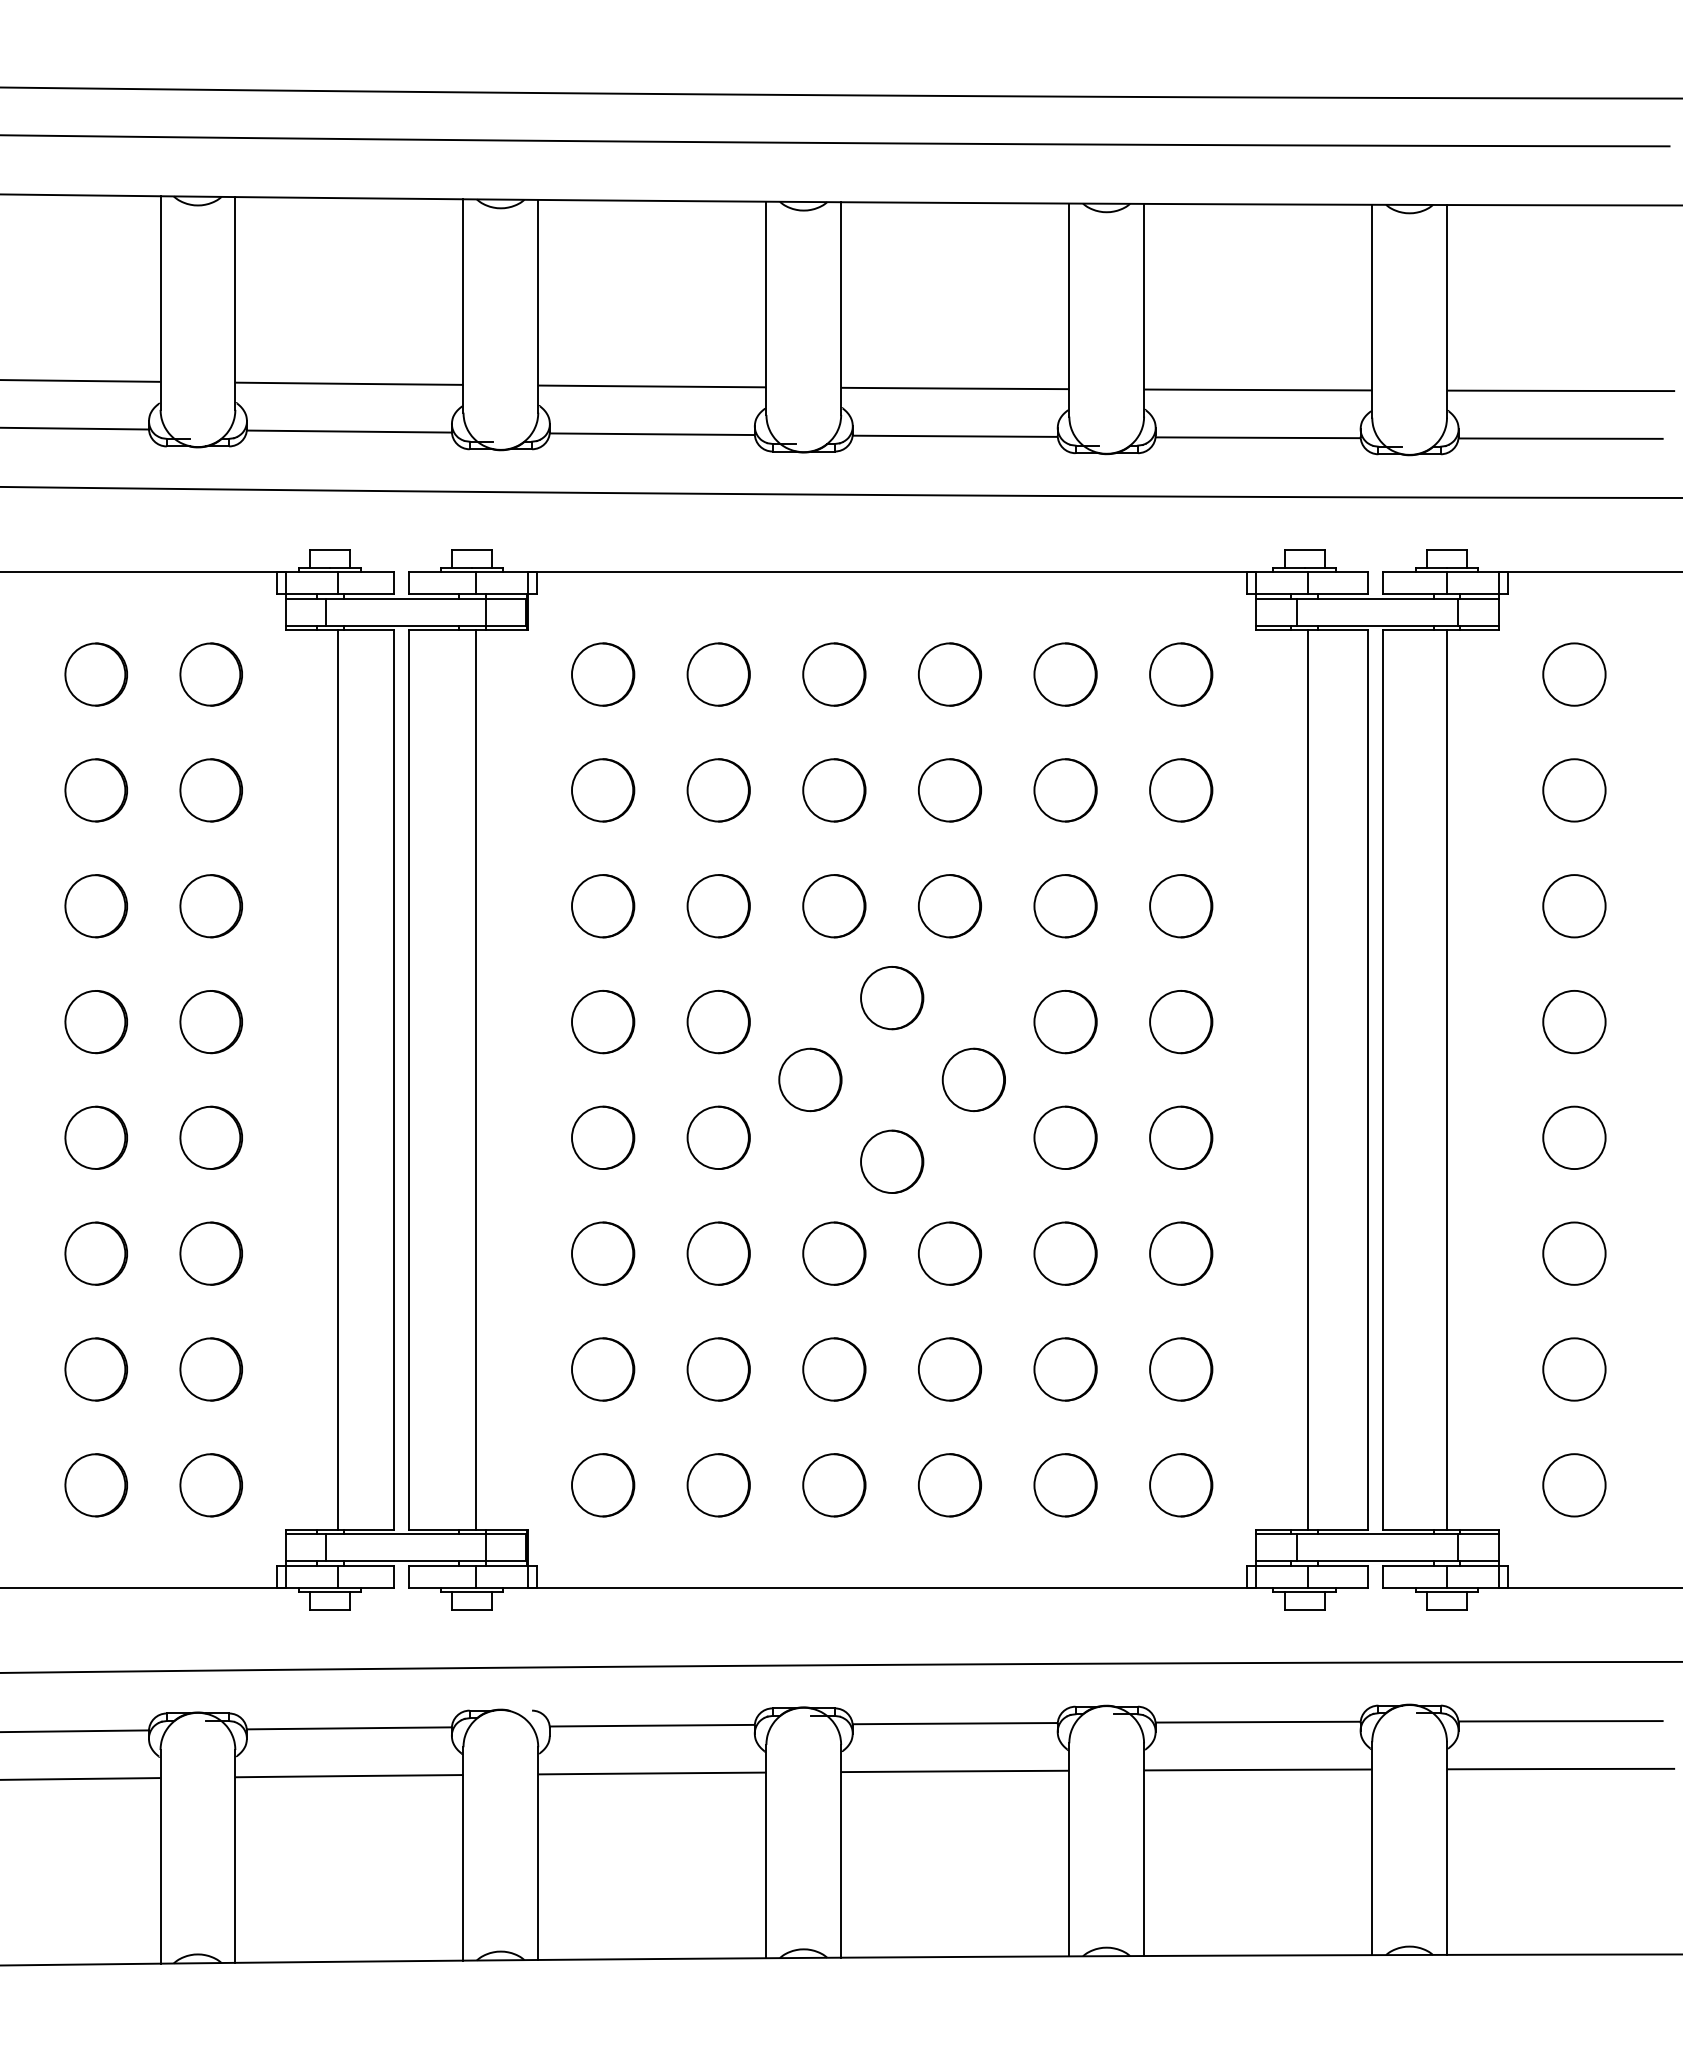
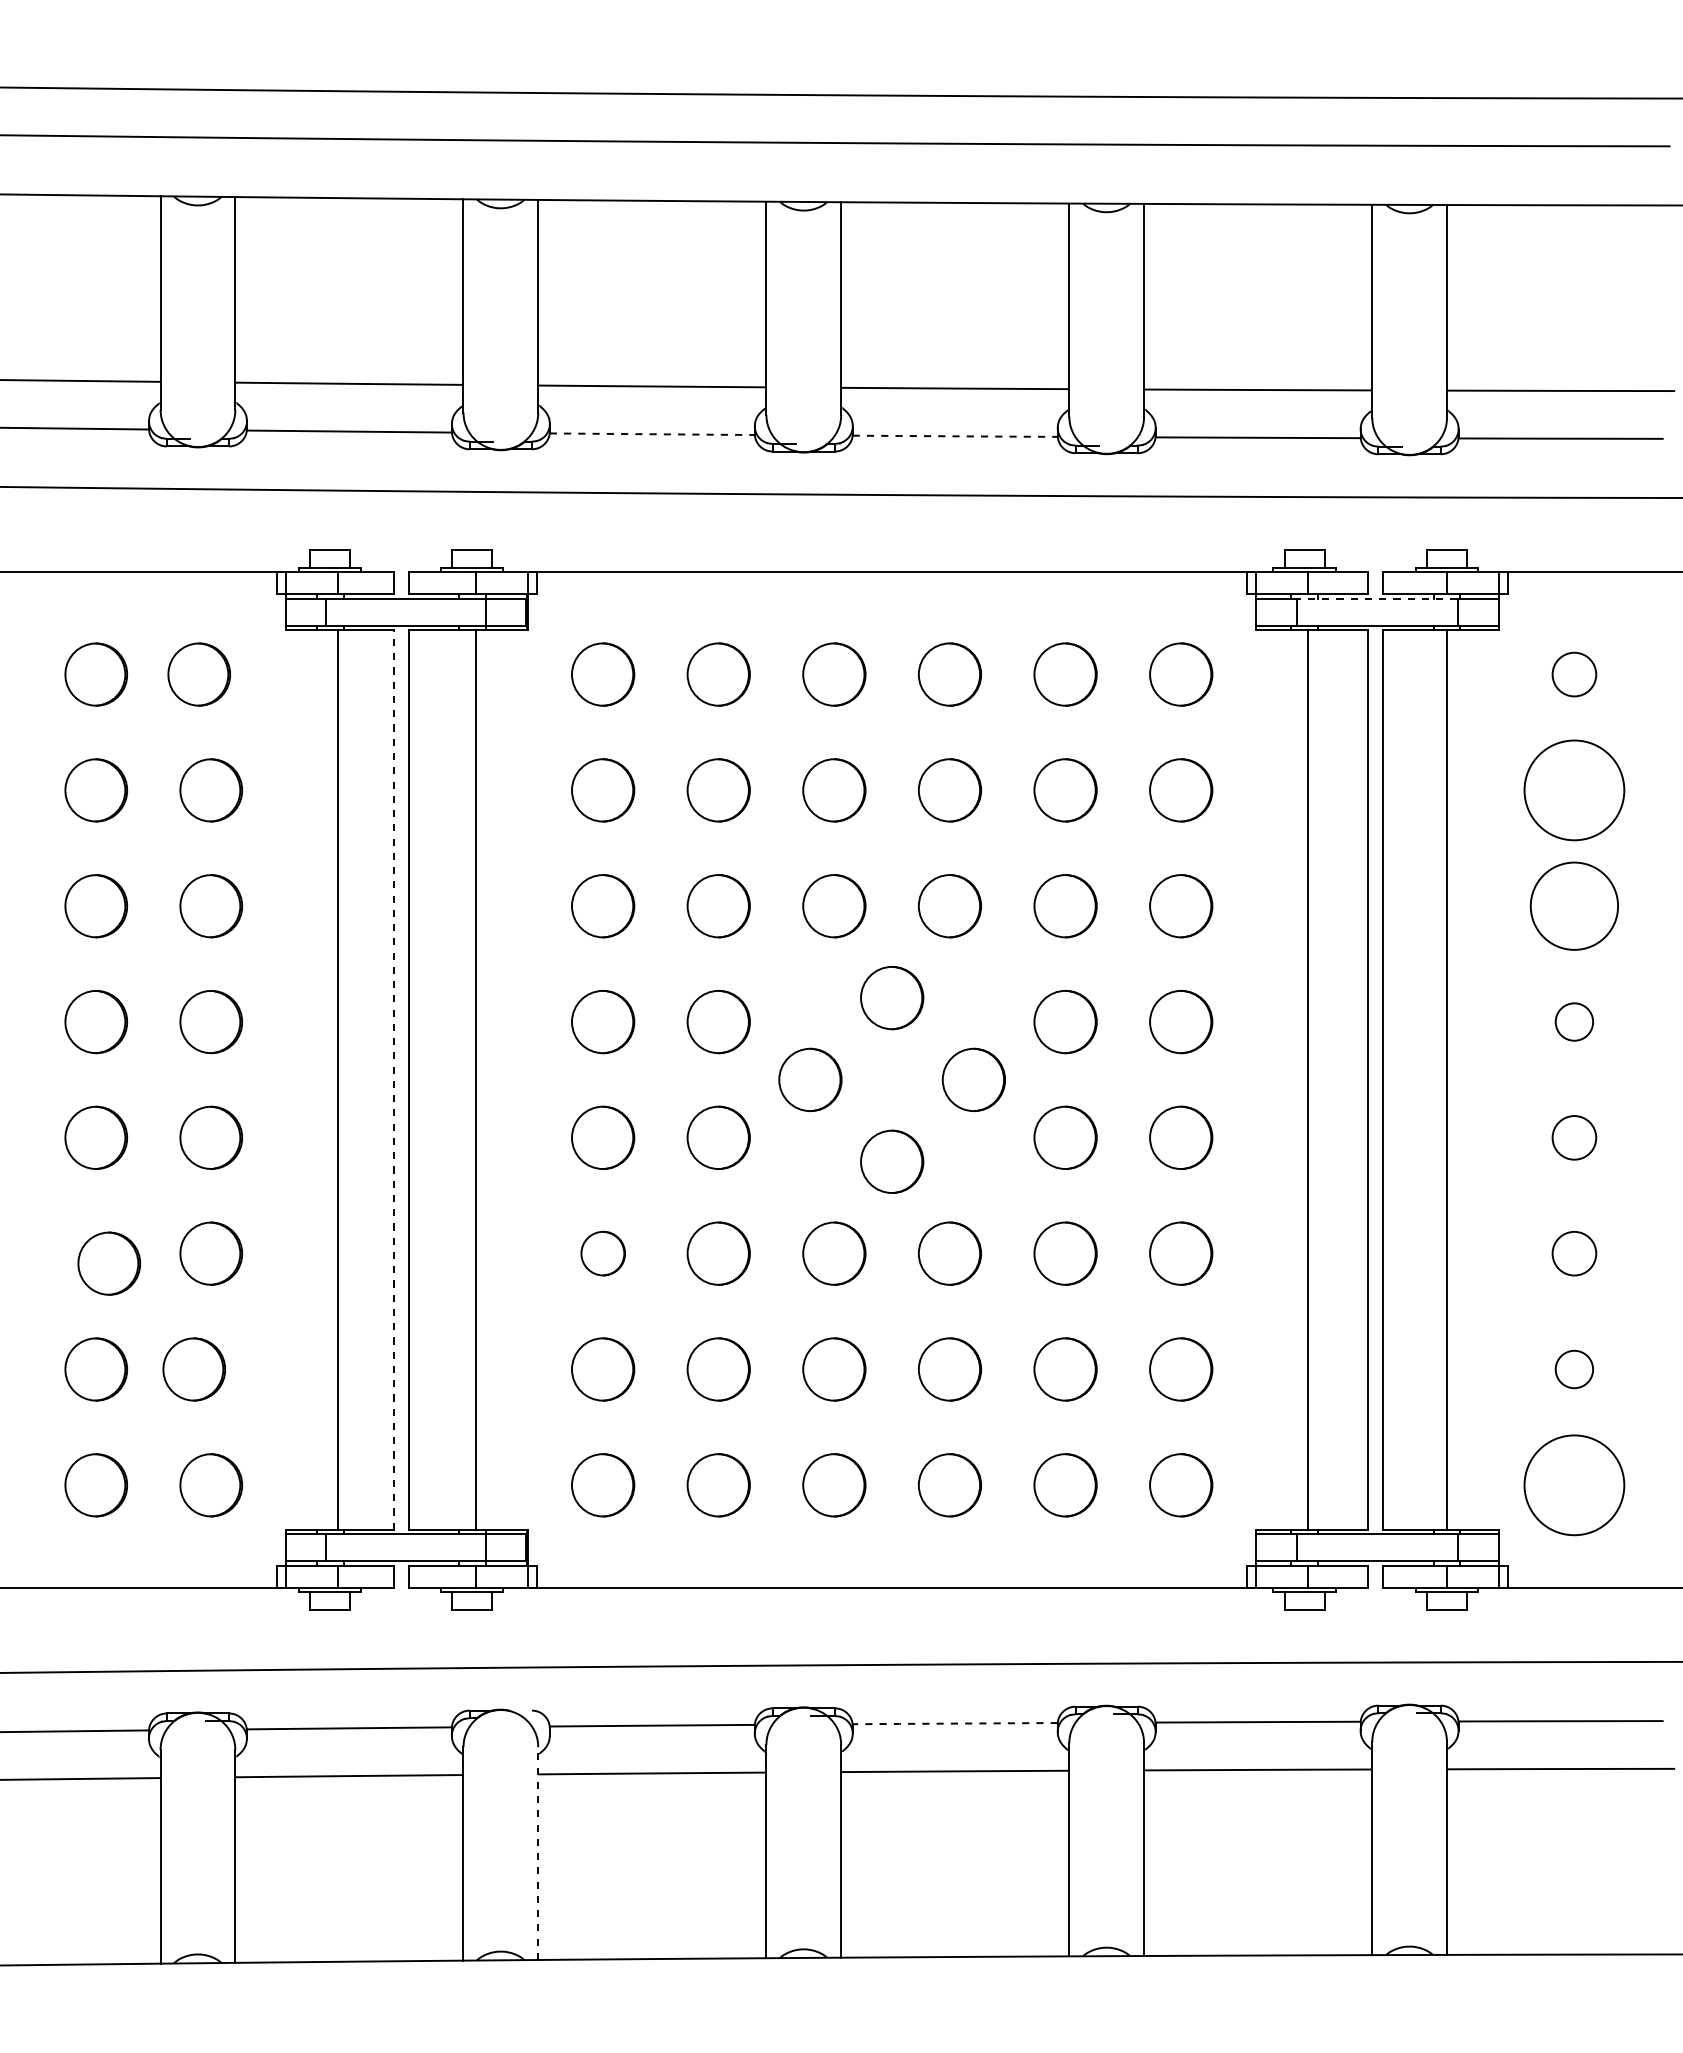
line at (652, 434): solid -> dashed
line at (955, 436): solid -> dashed
line at (1376, 598): solid -> dashed
part at (210, 674) position: (210, 674) -> (198, 674)
circle at (1574, 674) diameter: 62 px -> 44 px
circle at (1574, 790) diameter: 62 px -> 100 px
circle at (1574, 906) diameter: 62 px -> 87 px
circle at (1574, 1021) diameter: 62 px -> 37 px
line at (393, 1079): solid -> dashed
circle at (1574, 1137) diameter: 62 px -> 44 px
part at (95, 1253) position: (95, 1253) -> (108, 1263)
circle at (603, 1253) size: 65x65 px -> 46x47 px
circle at (1574, 1253) diameter: 62 px -> 44 px
part at (210, 1369) position: (210, 1369) -> (193, 1369)
circle at (1574, 1369) diameter: 62 px -> 37 px
circle at (1574, 1485) diameter: 62 px -> 100 px
line at (955, 1723): solid -> dashed
line at (538, 1853): solid -> dashed
